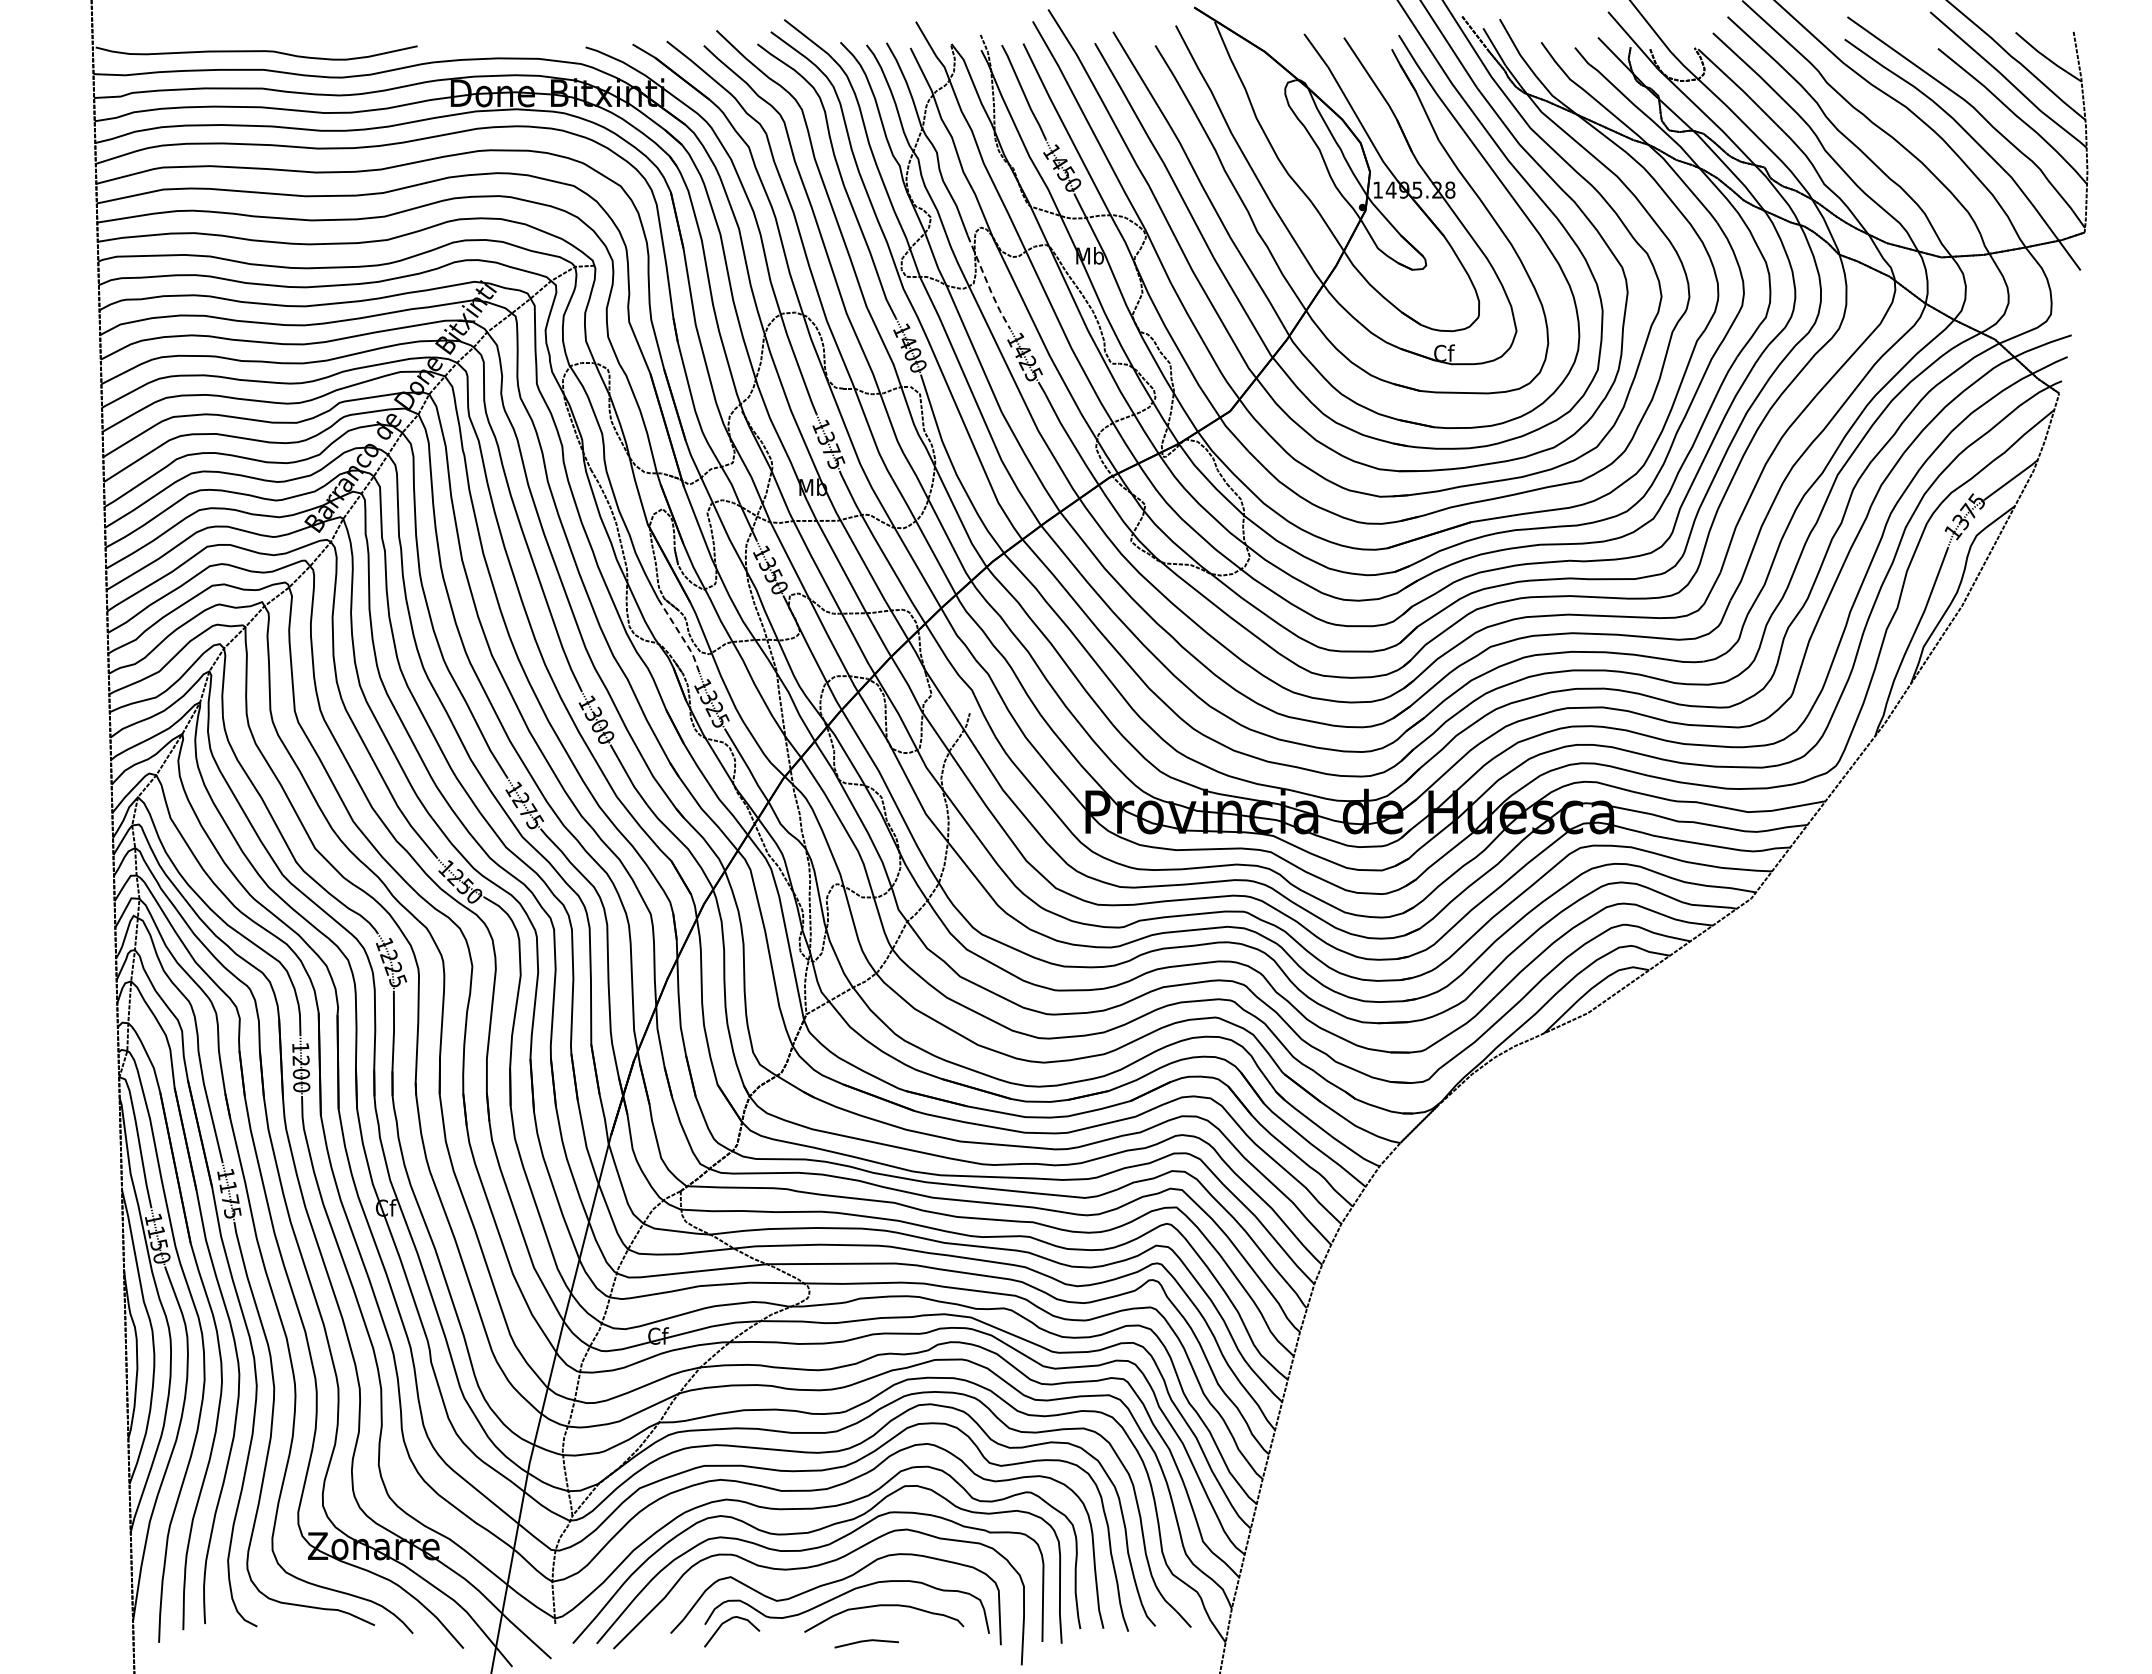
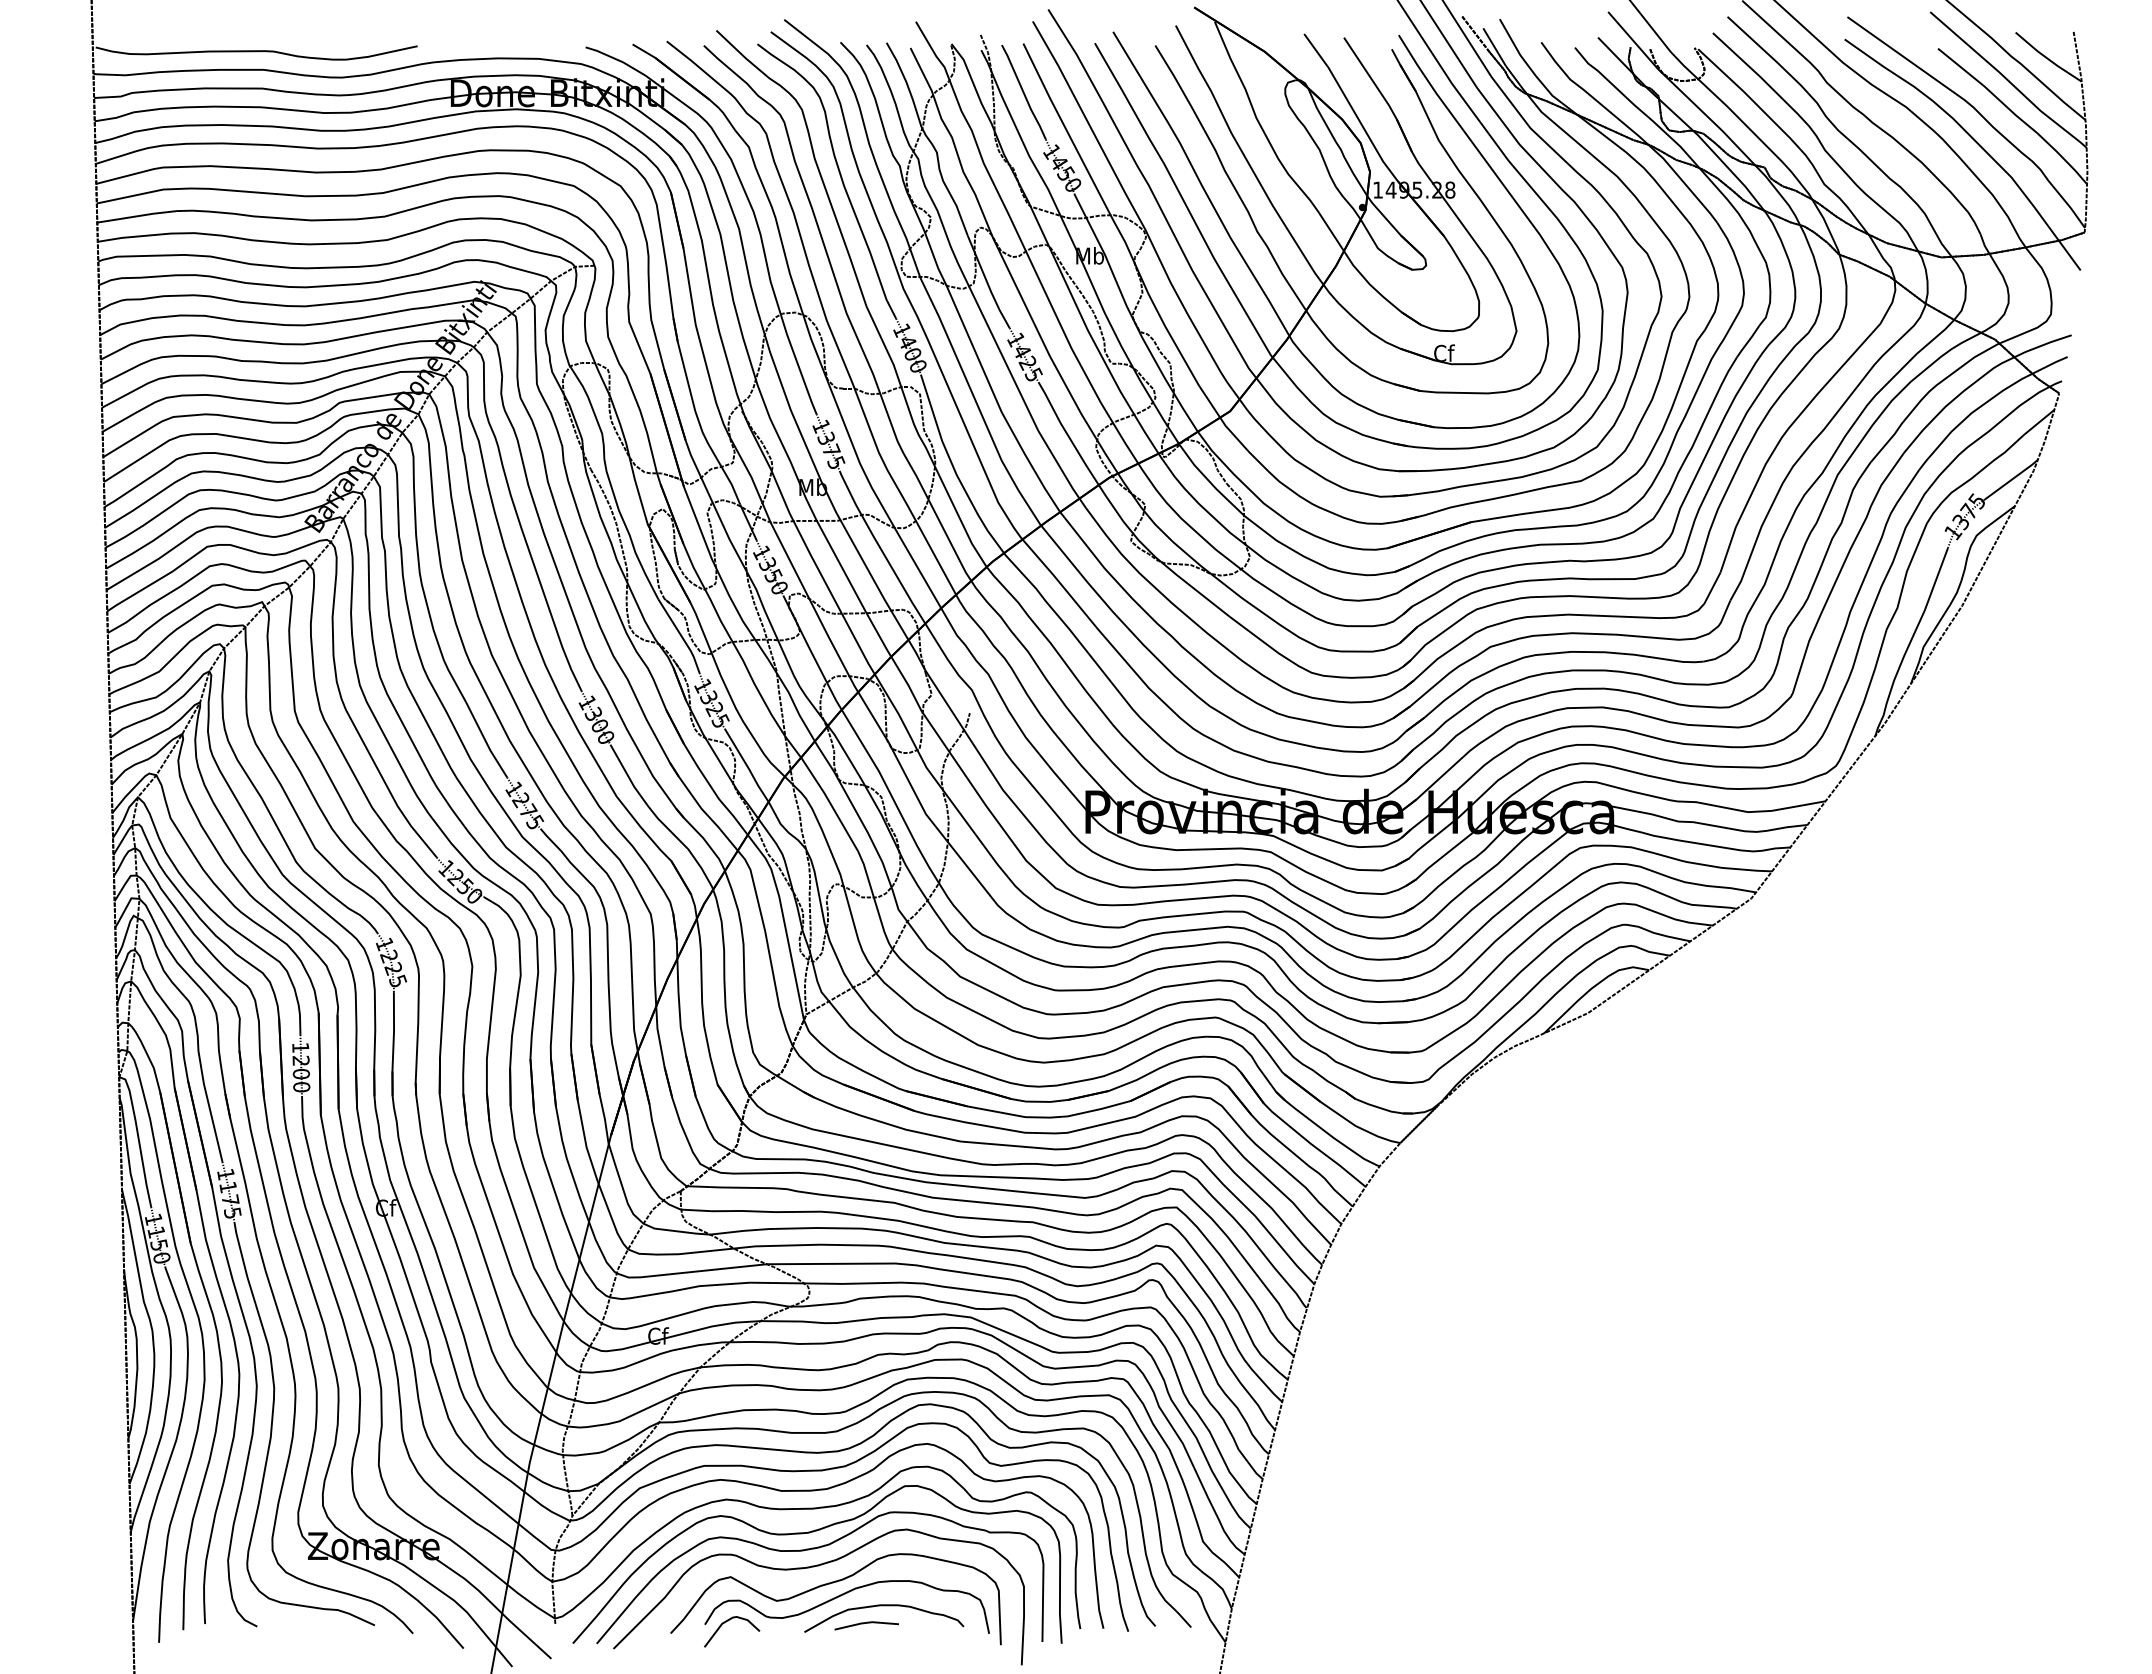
line at (987, 284): dashed -> solid
line at (681, 636): dashed -> solid
line at (866, 1641) position: (866, 1641) -> (866, 1623)
